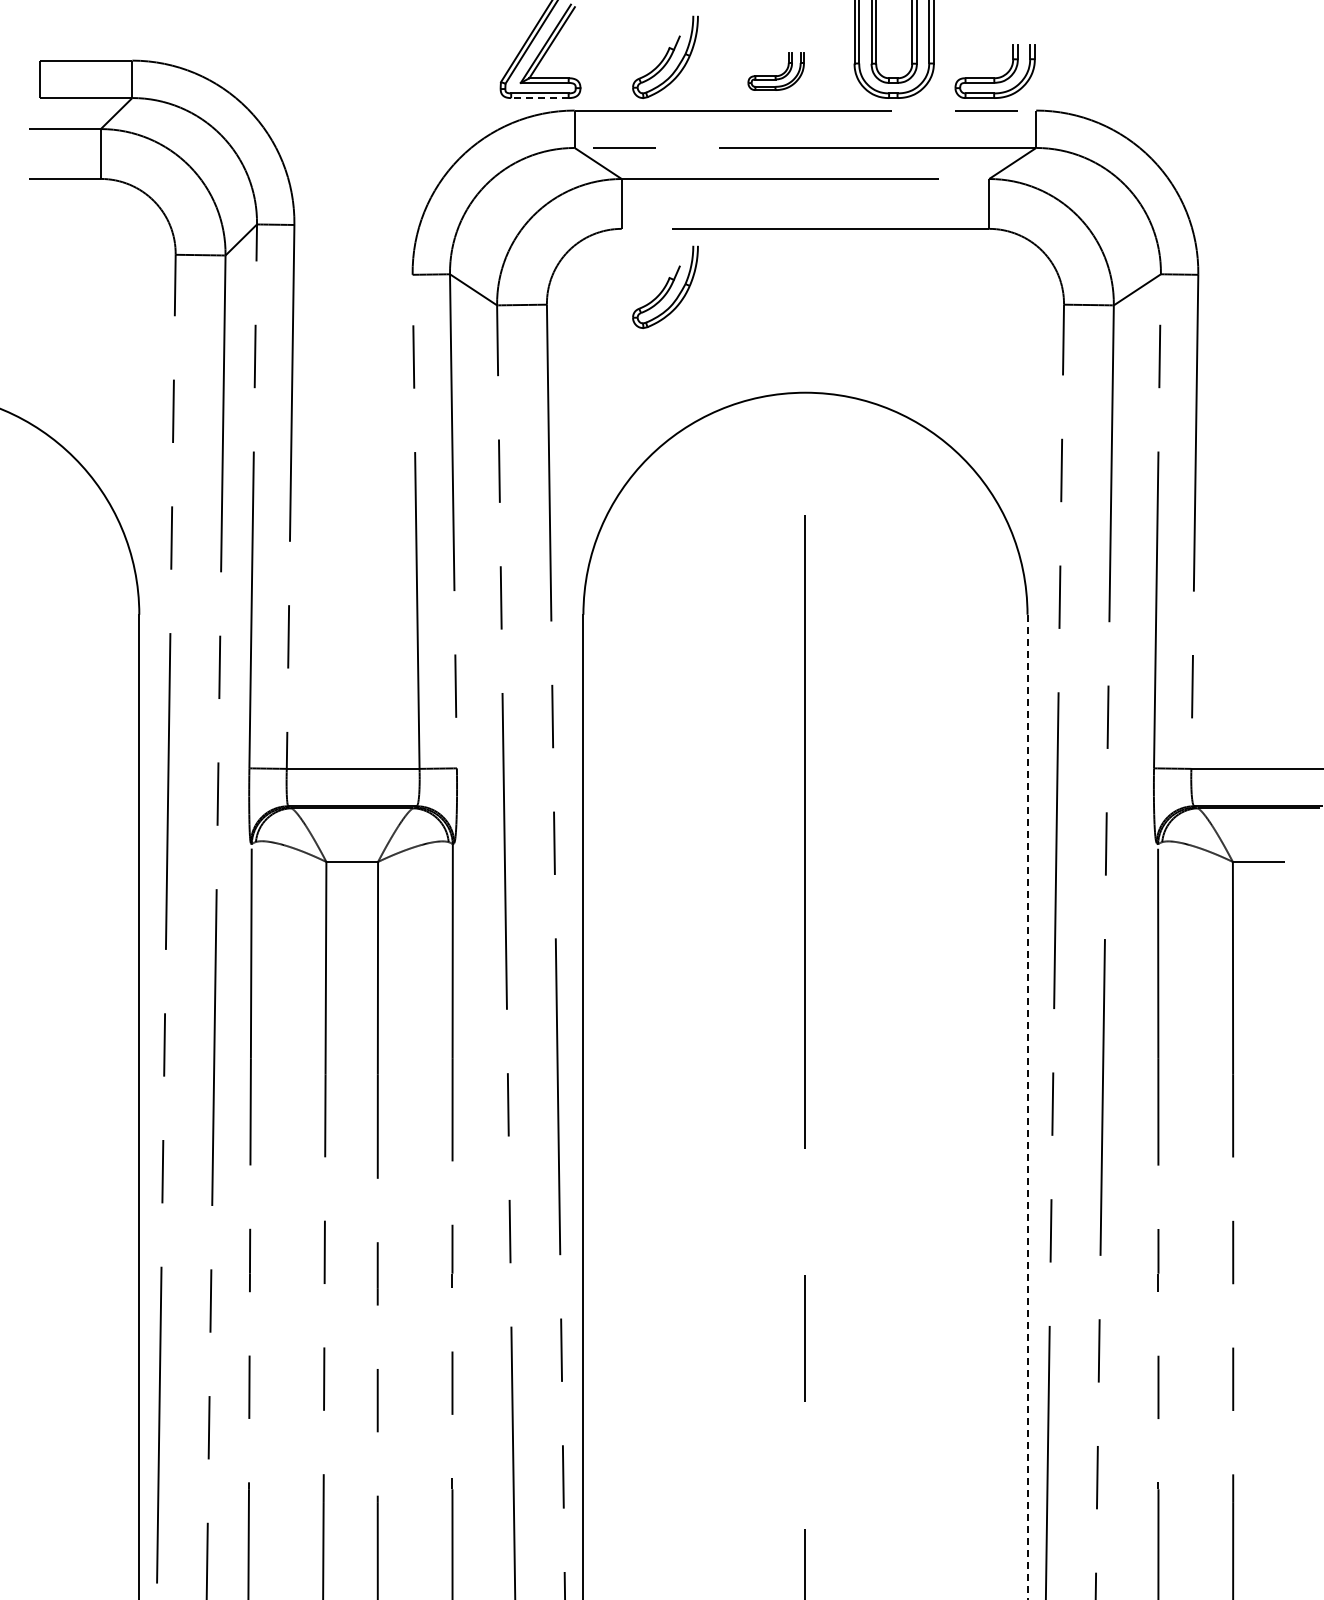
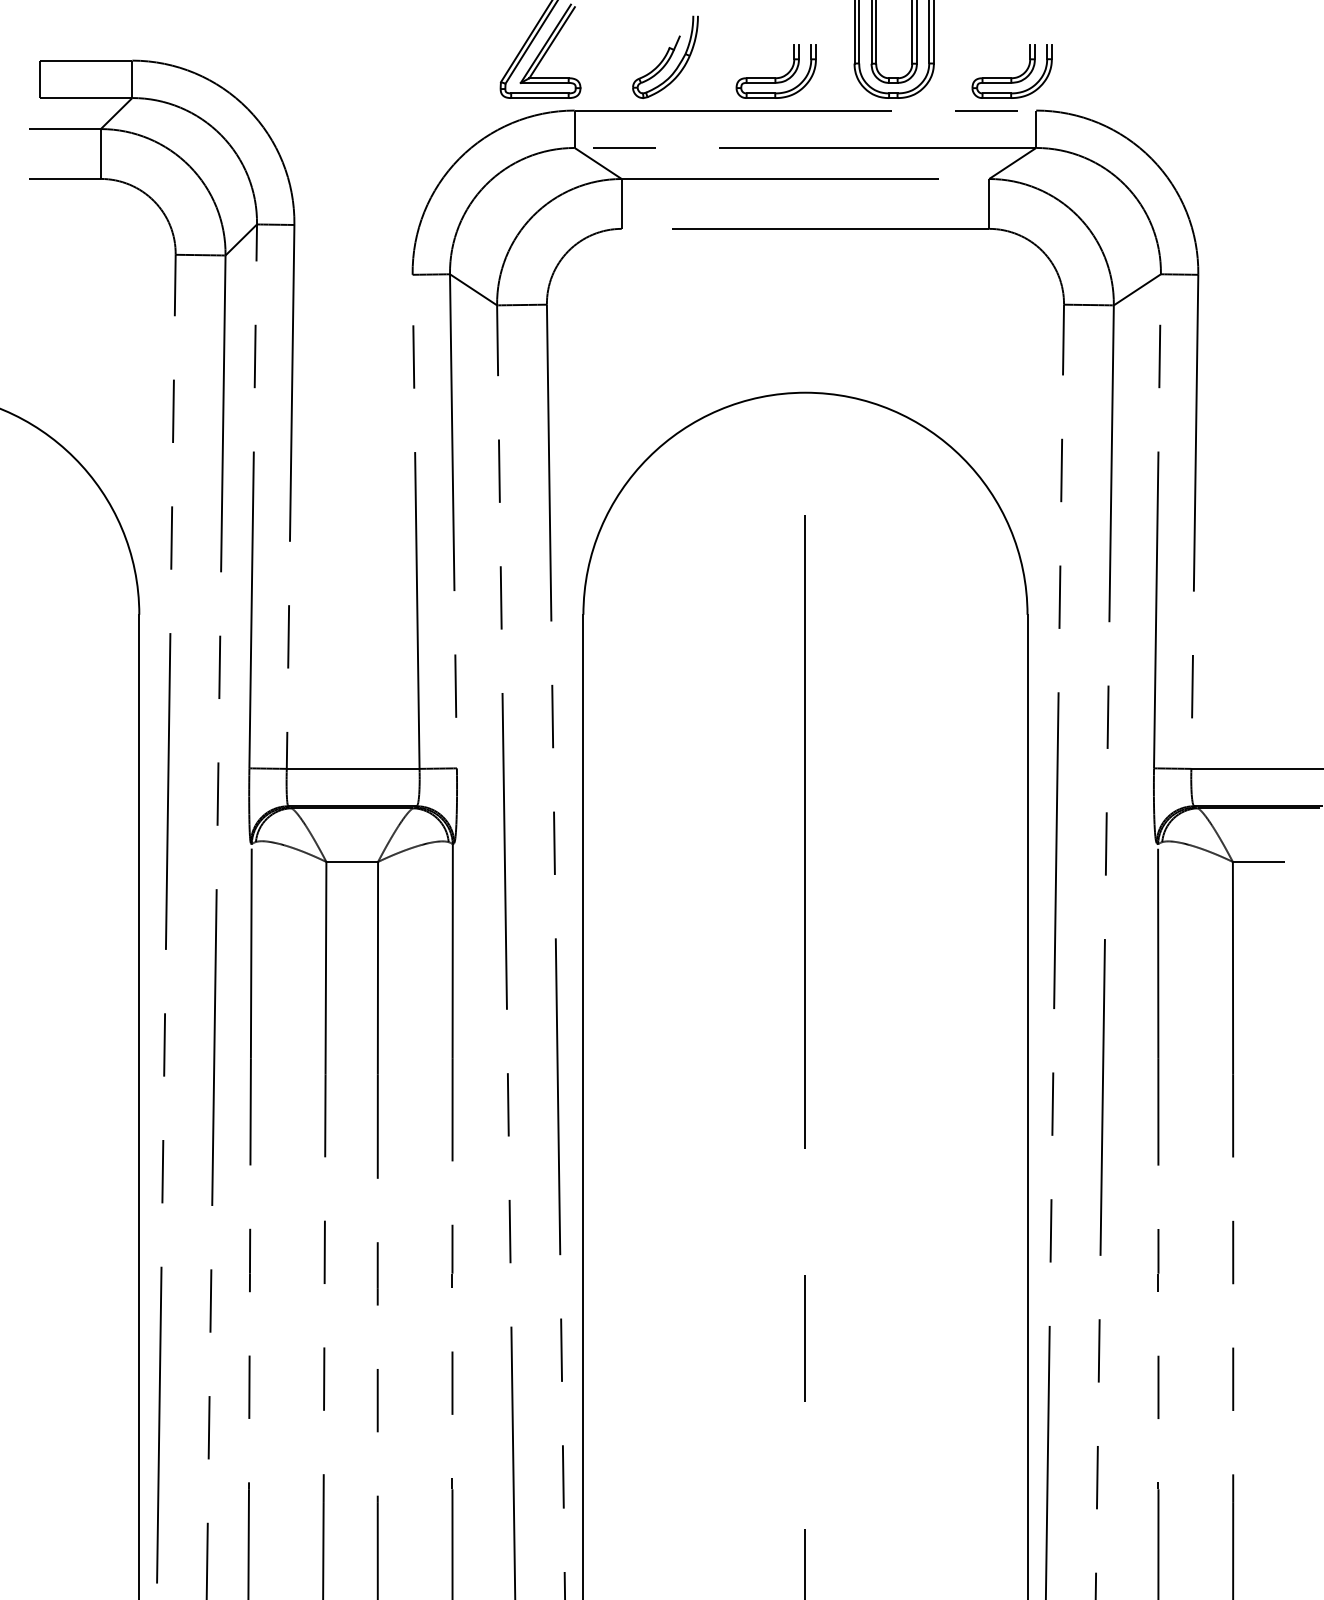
part at (775, 71) size: 58x39 px -> 82x55 px
part at (994, 71) position: (994, 71) -> (1011, 71)
line at (539, 98): dashed -> solid
part at (665, 286): present -> none
line at (1027, 1107): dashed -> solid
